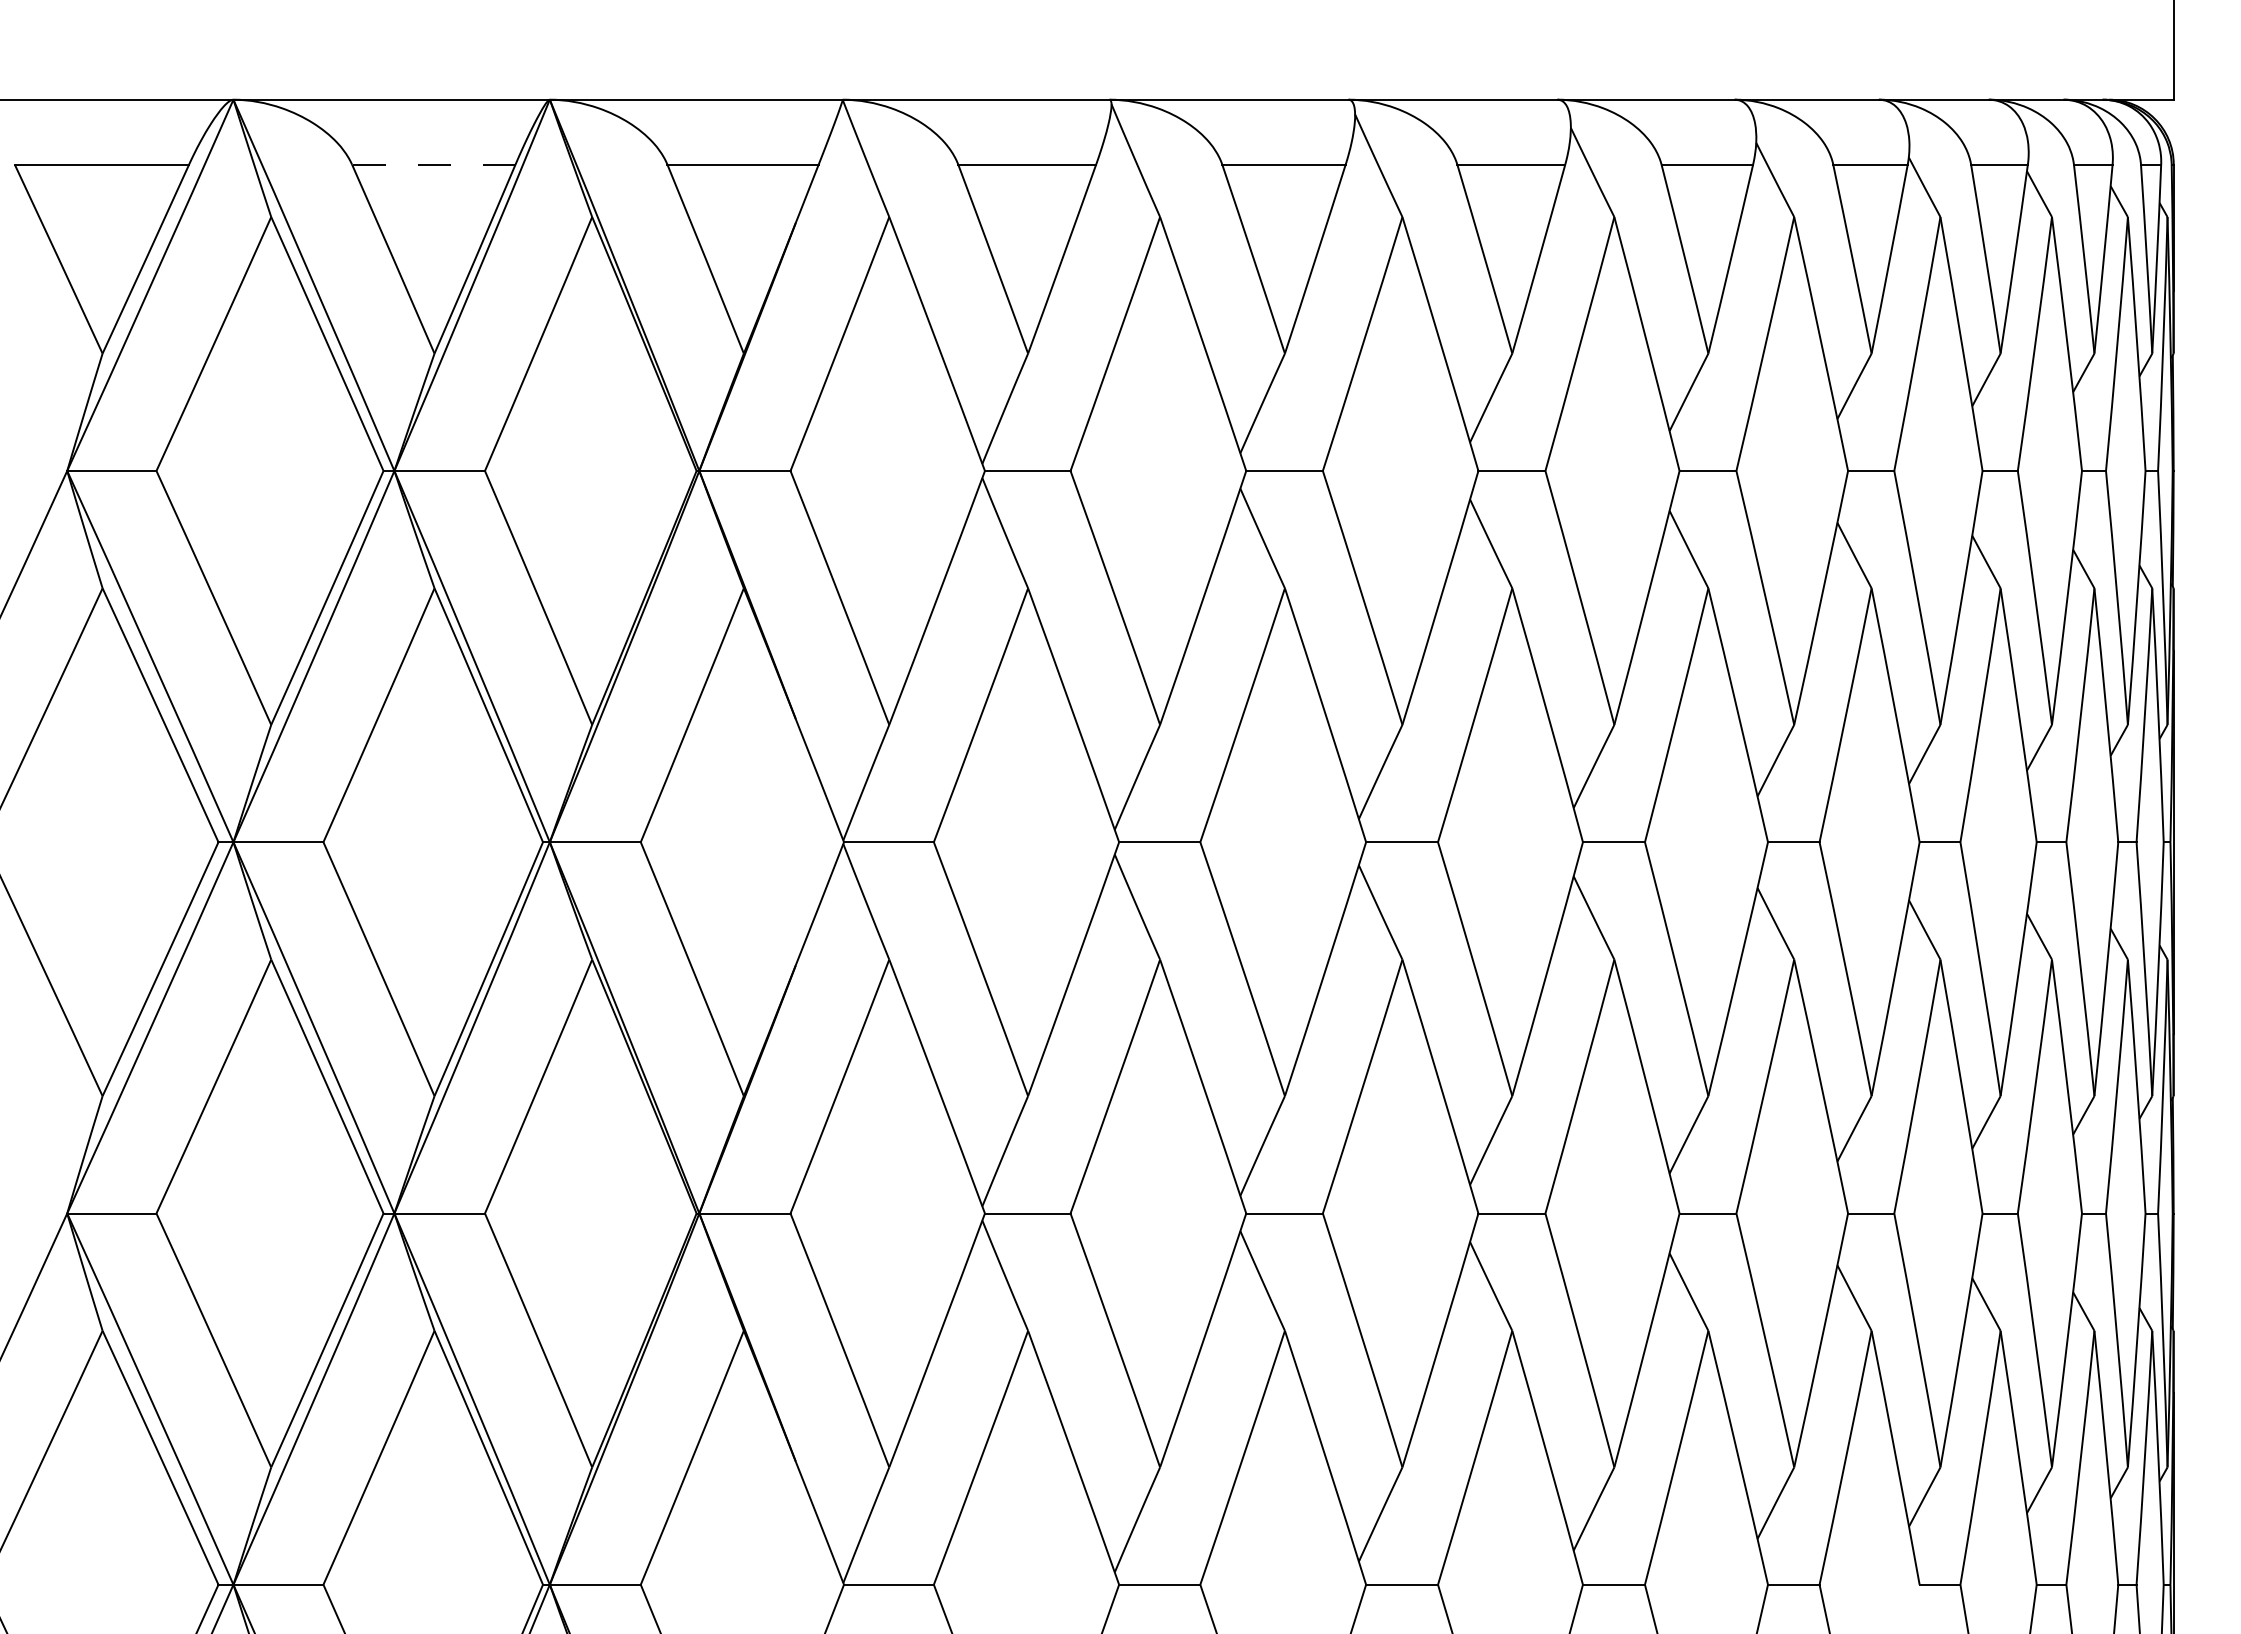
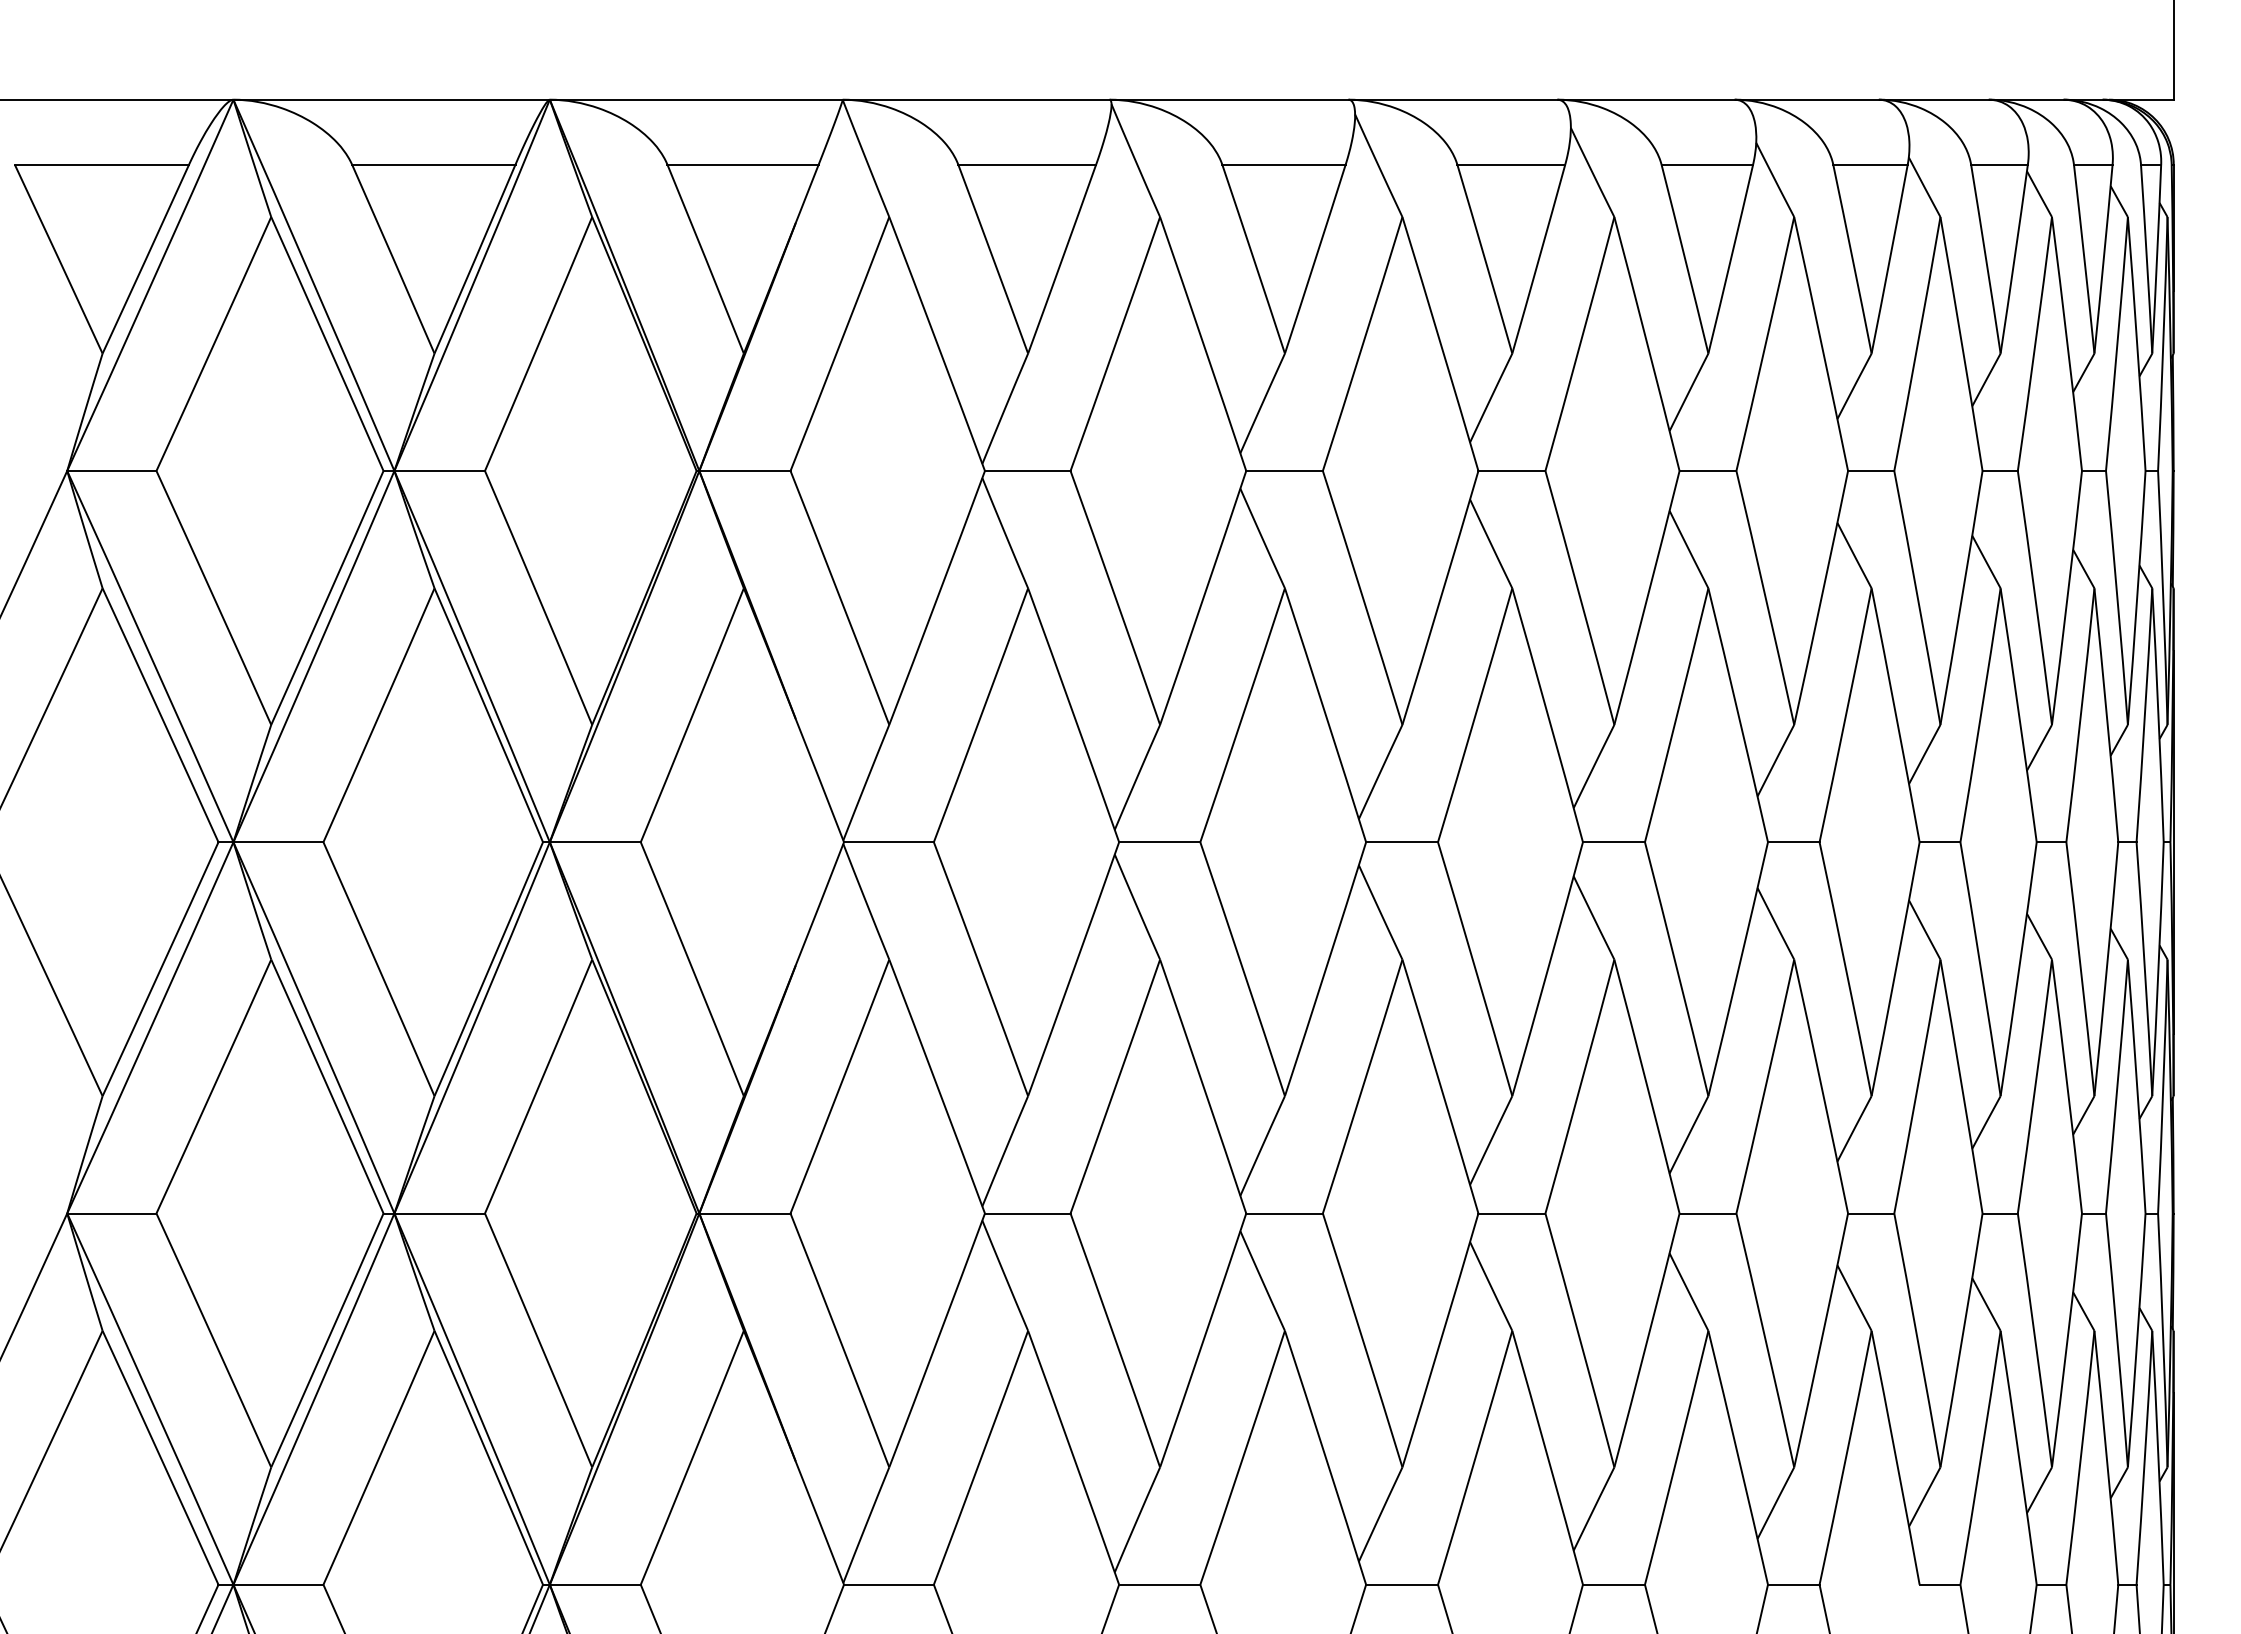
line at (433, 164): dashed -> solid
